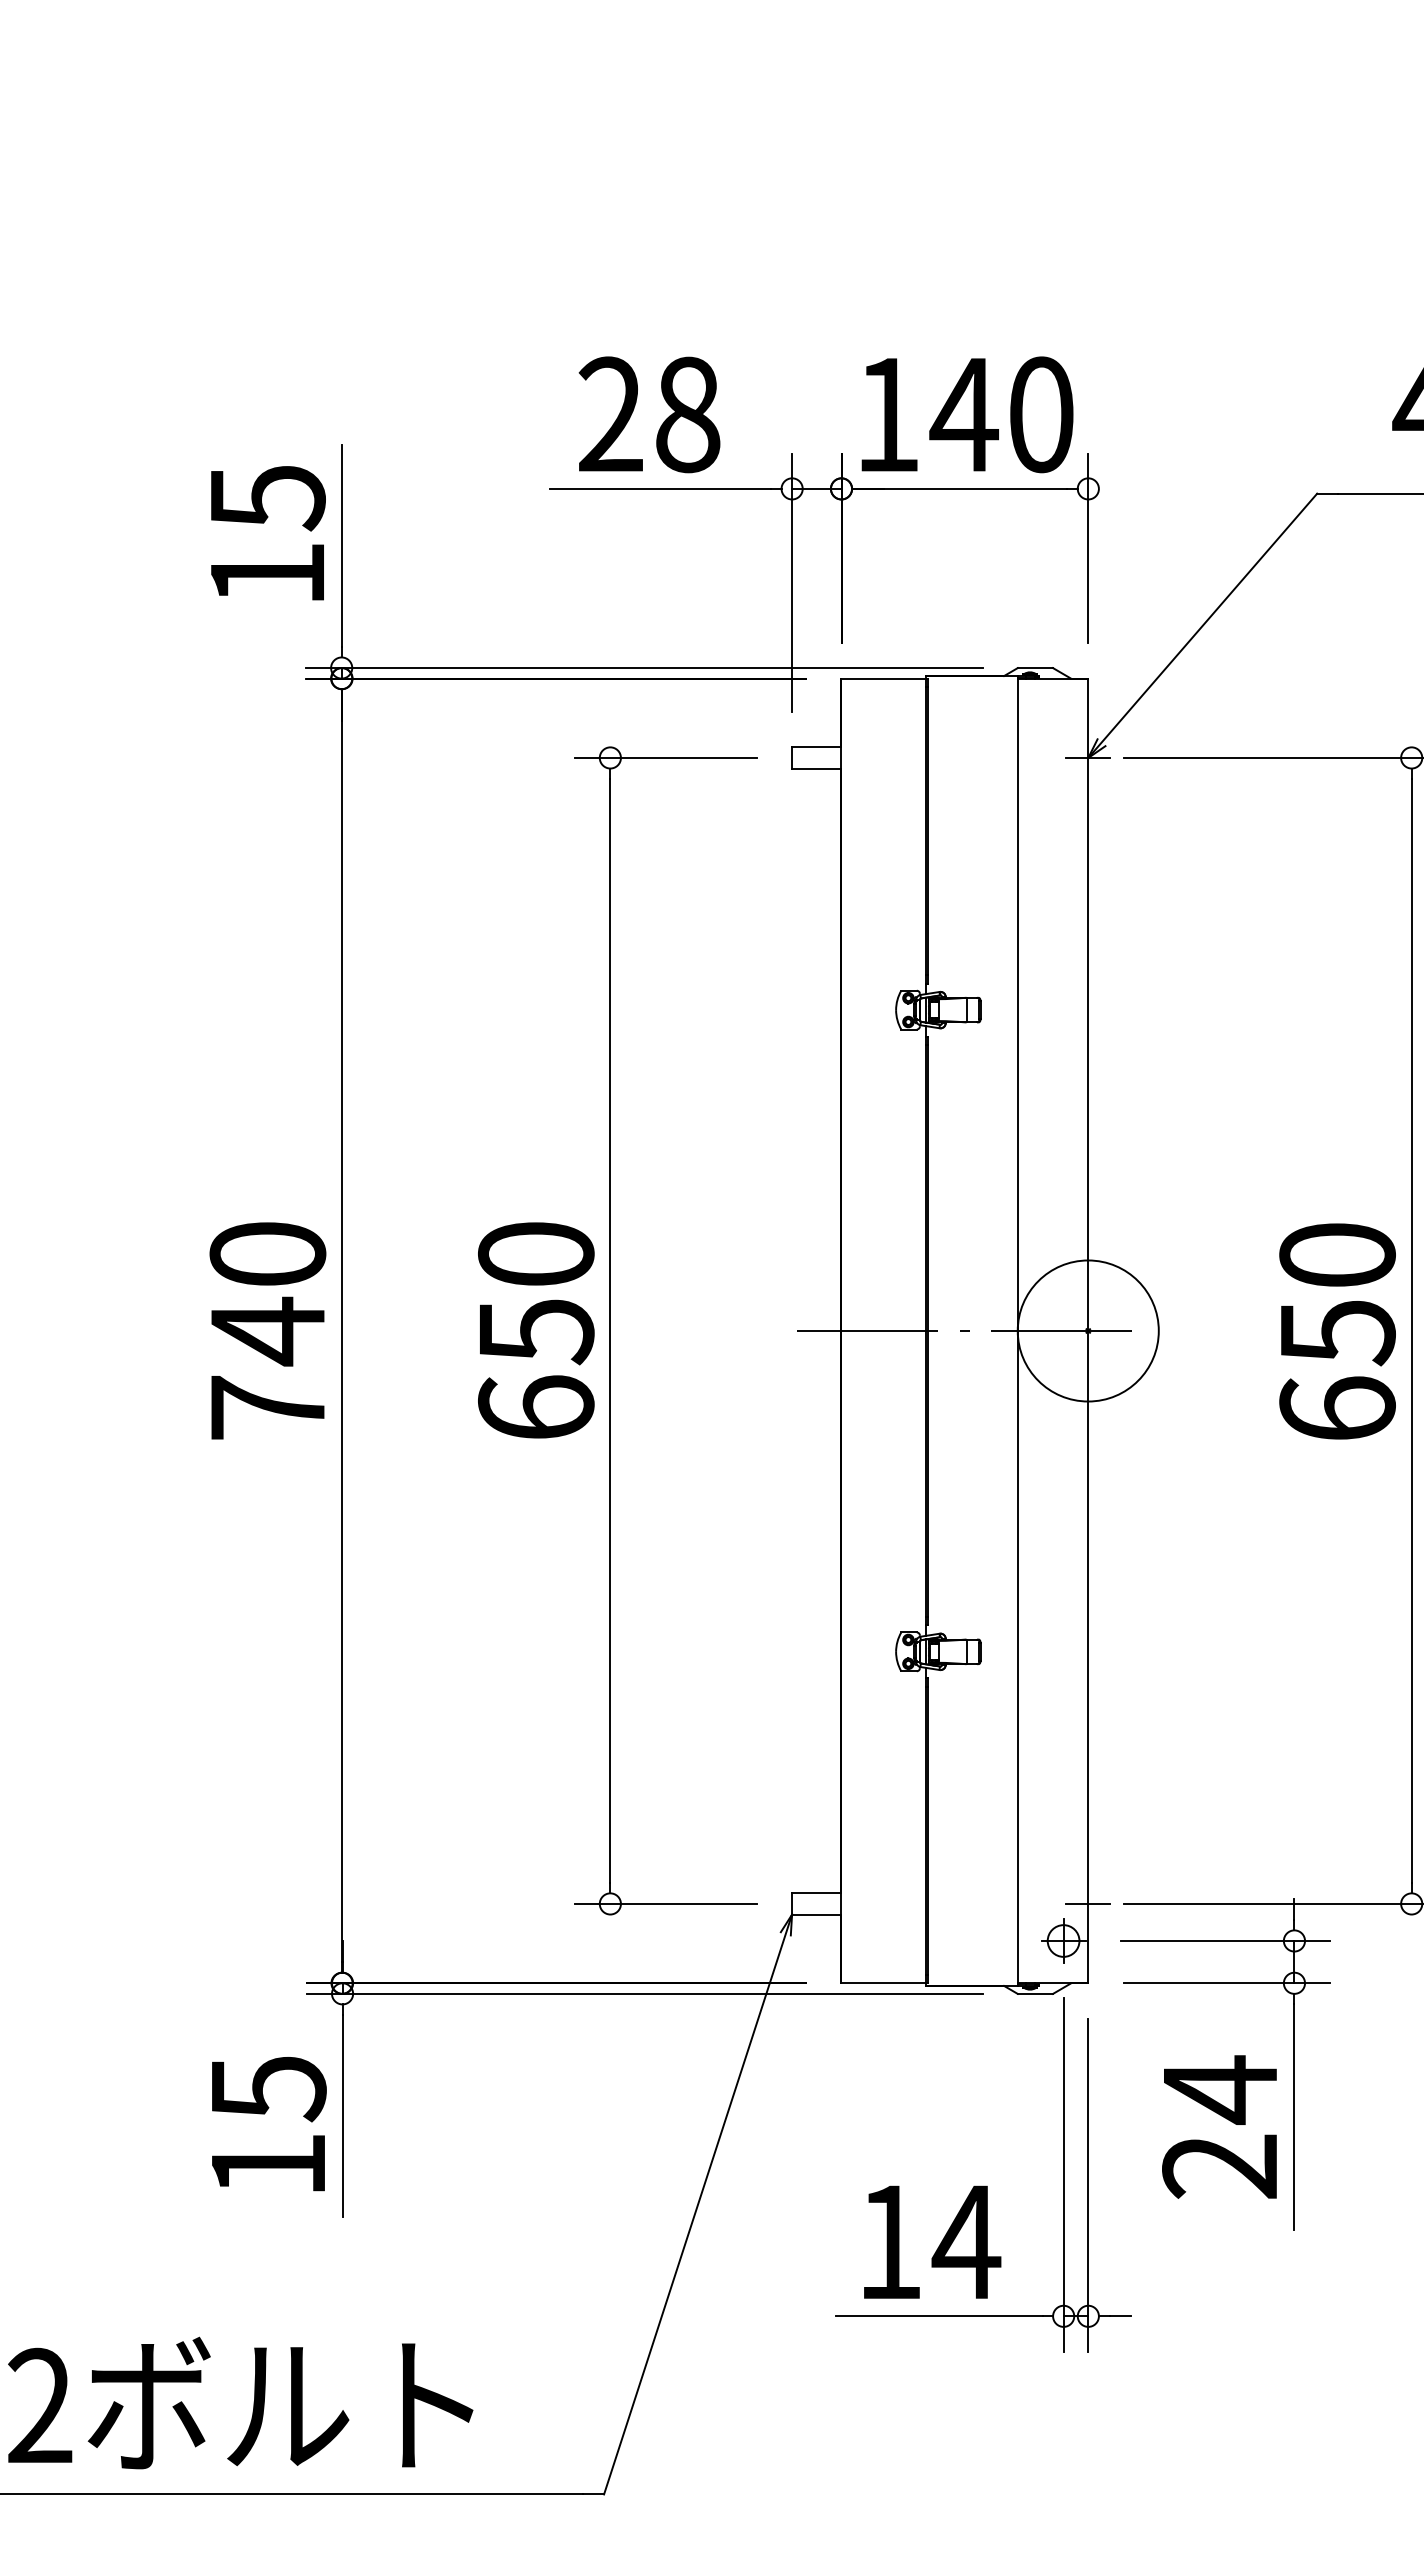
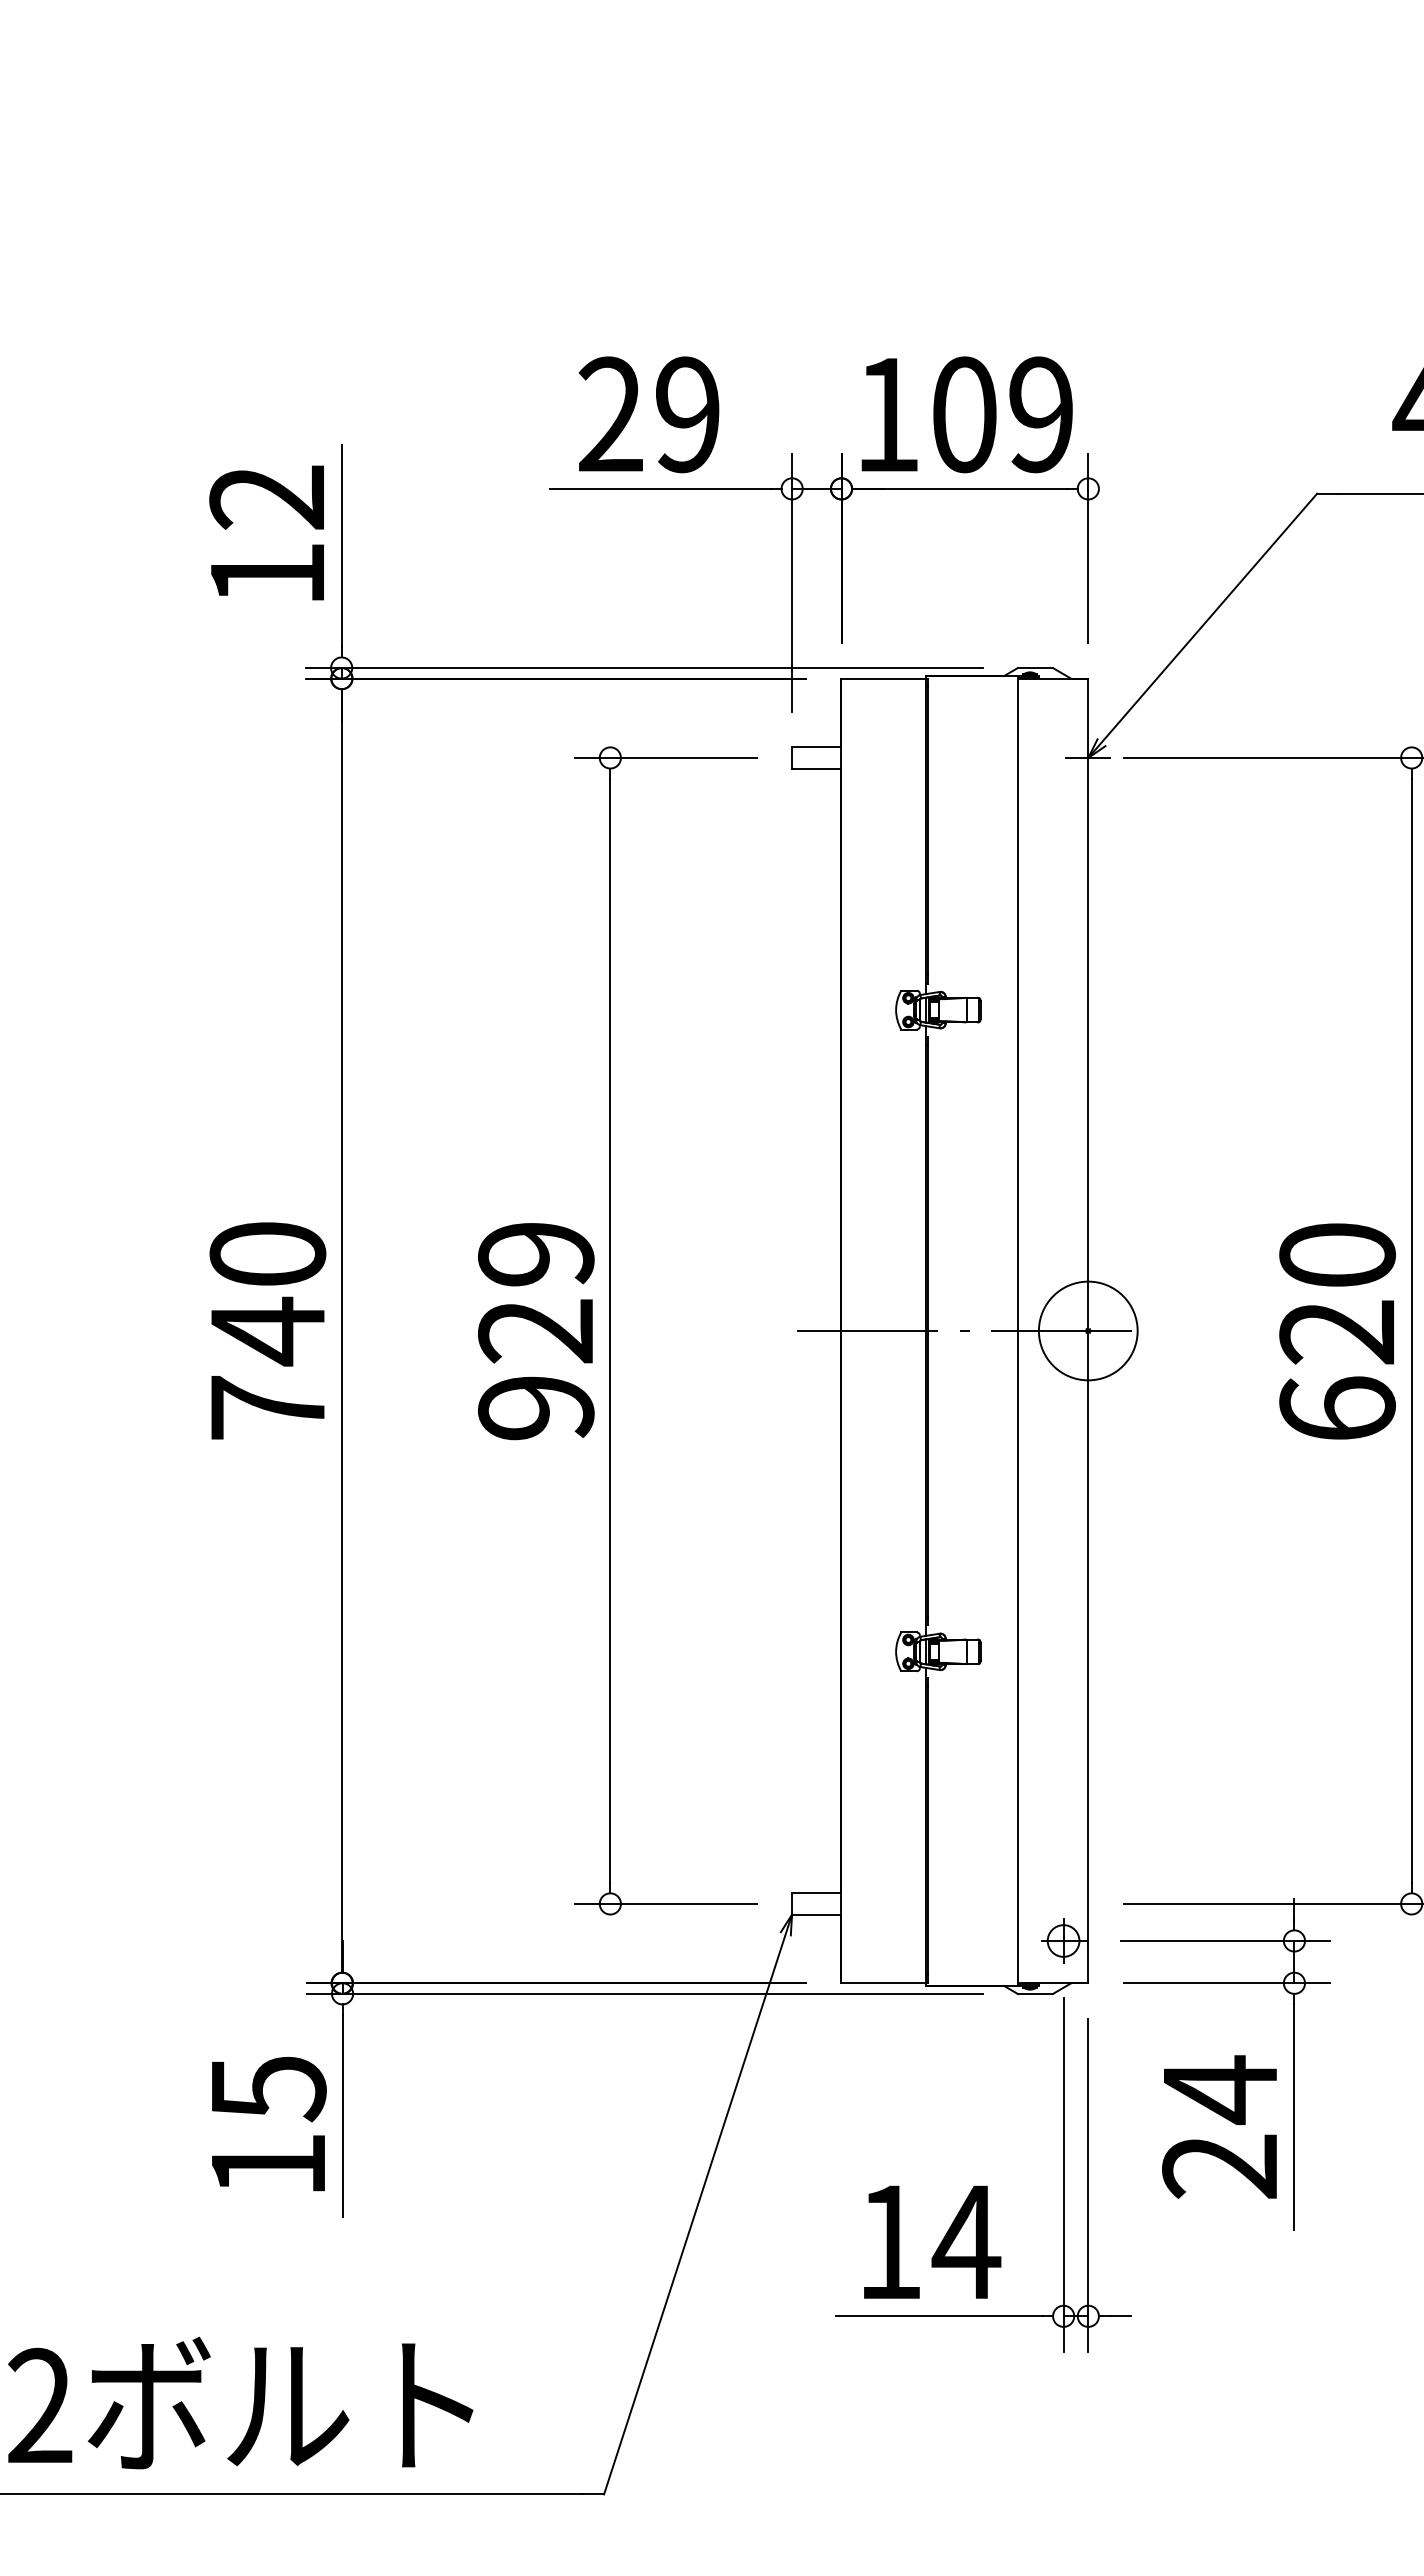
text at (688, 414): 28 -> 29
text at (1001, 414): 140 -> 109
text at (267, 498): 15 -> 12
circle at (1087, 1330) diameter: 141 px -> 99 px
text at (536, 1331): 650 -> 929
text at (1337, 1333): 650 -> 620
line at (1088, 1903): present -> none
